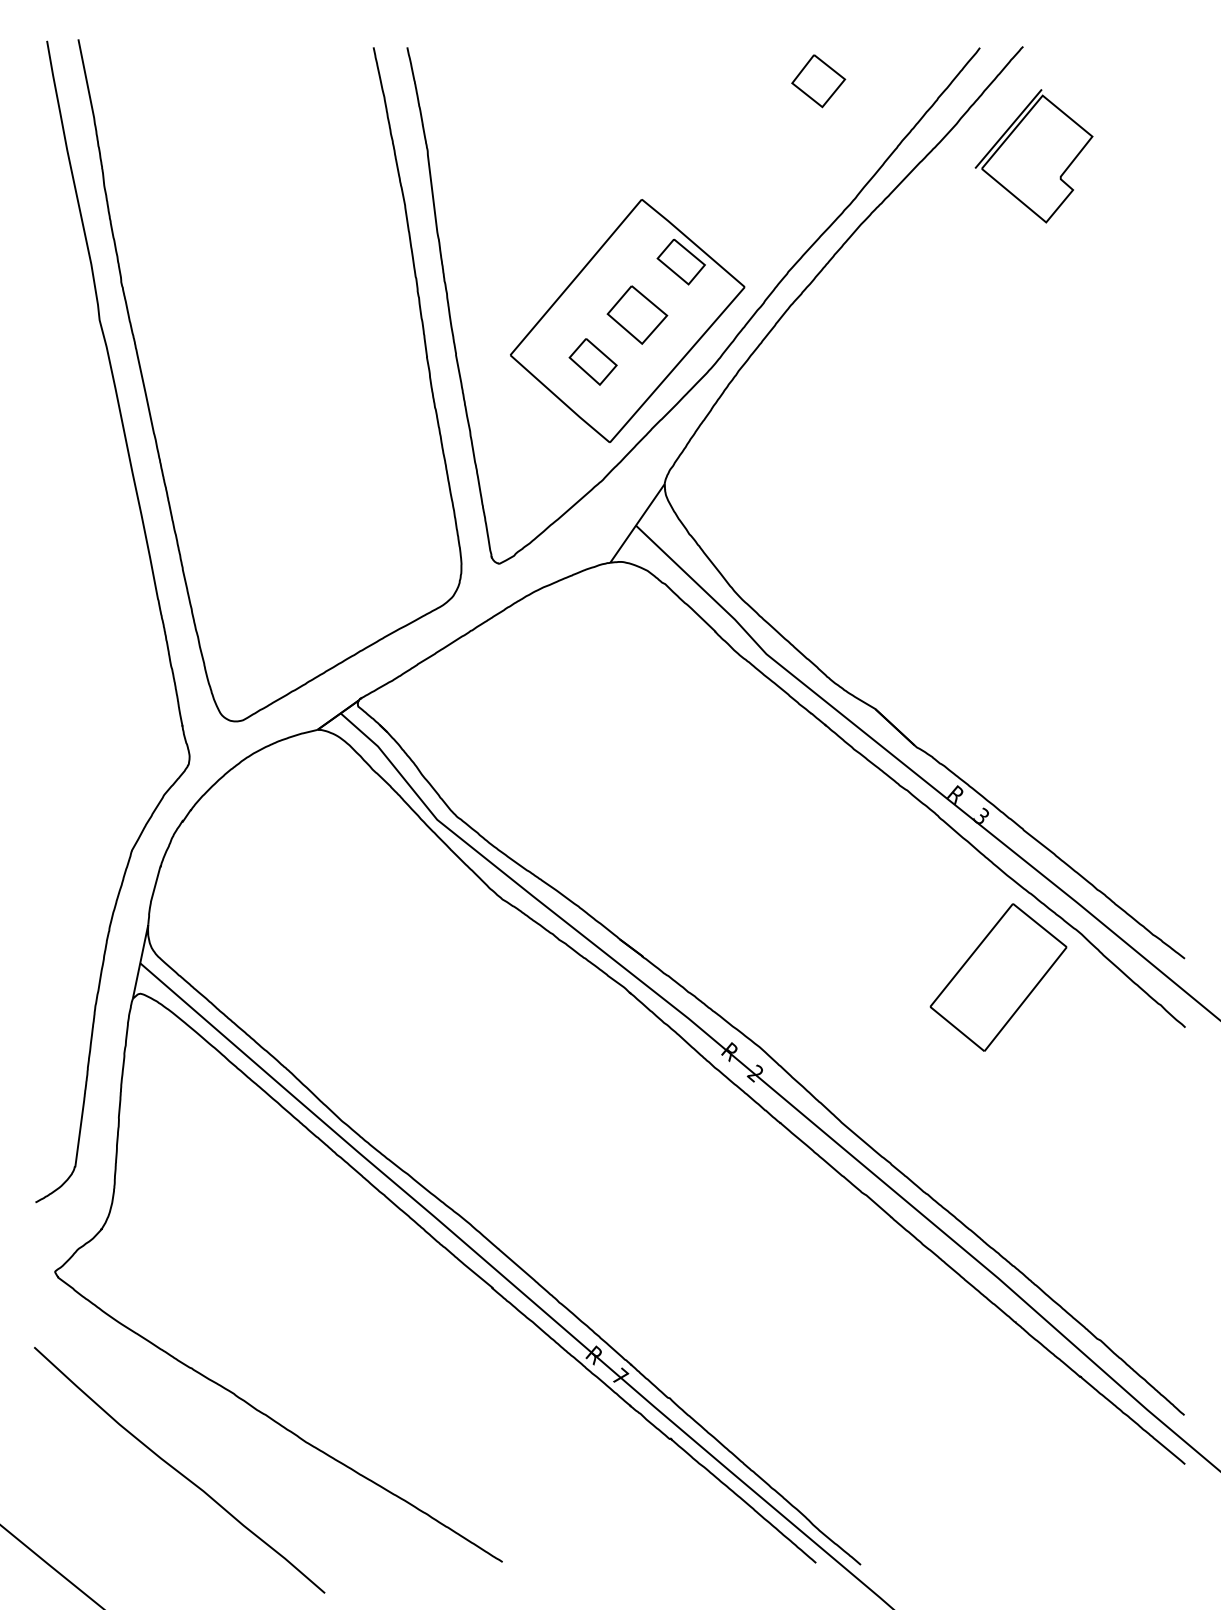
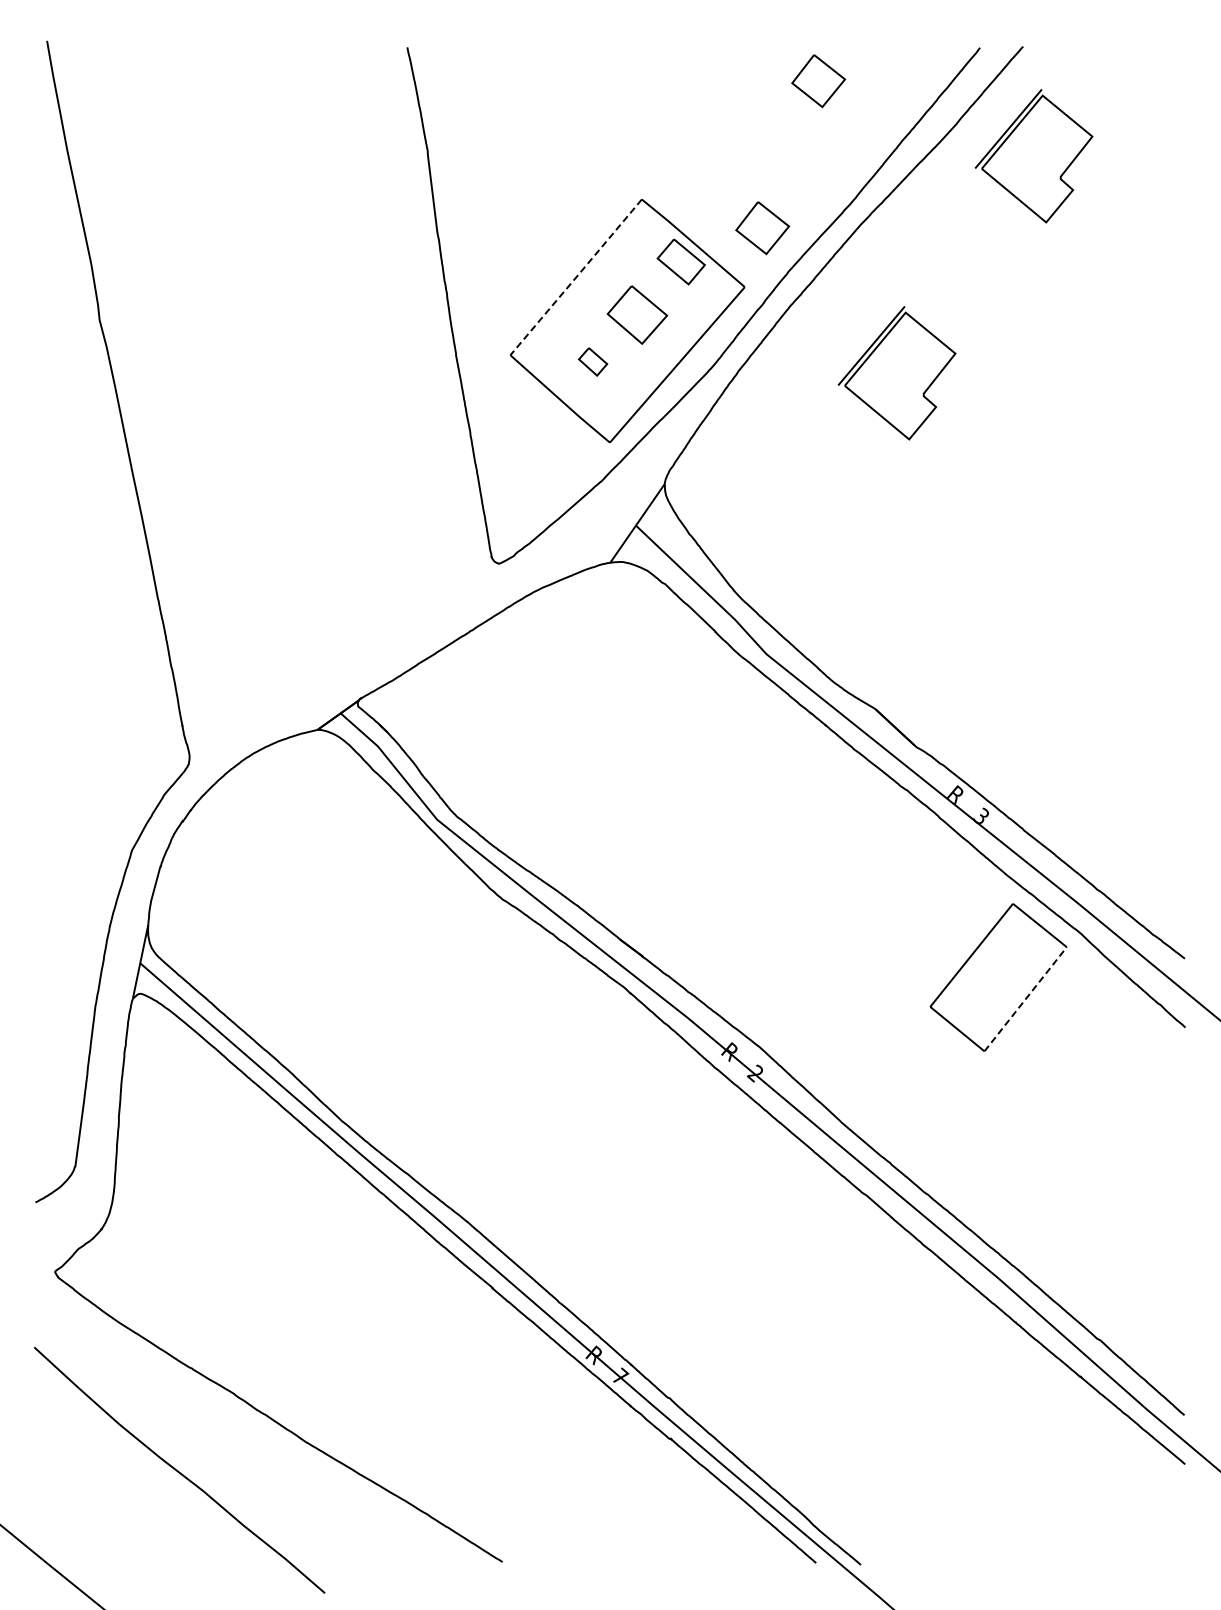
part at (762, 228): none -> present
line at (576, 277): solid -> dashed
part at (592, 361) size: 50x48 px -> 31x30 px
part at (896, 373): none -> present
curve at (149, 405): present -> none
line at (1025, 998): solid -> dashed
